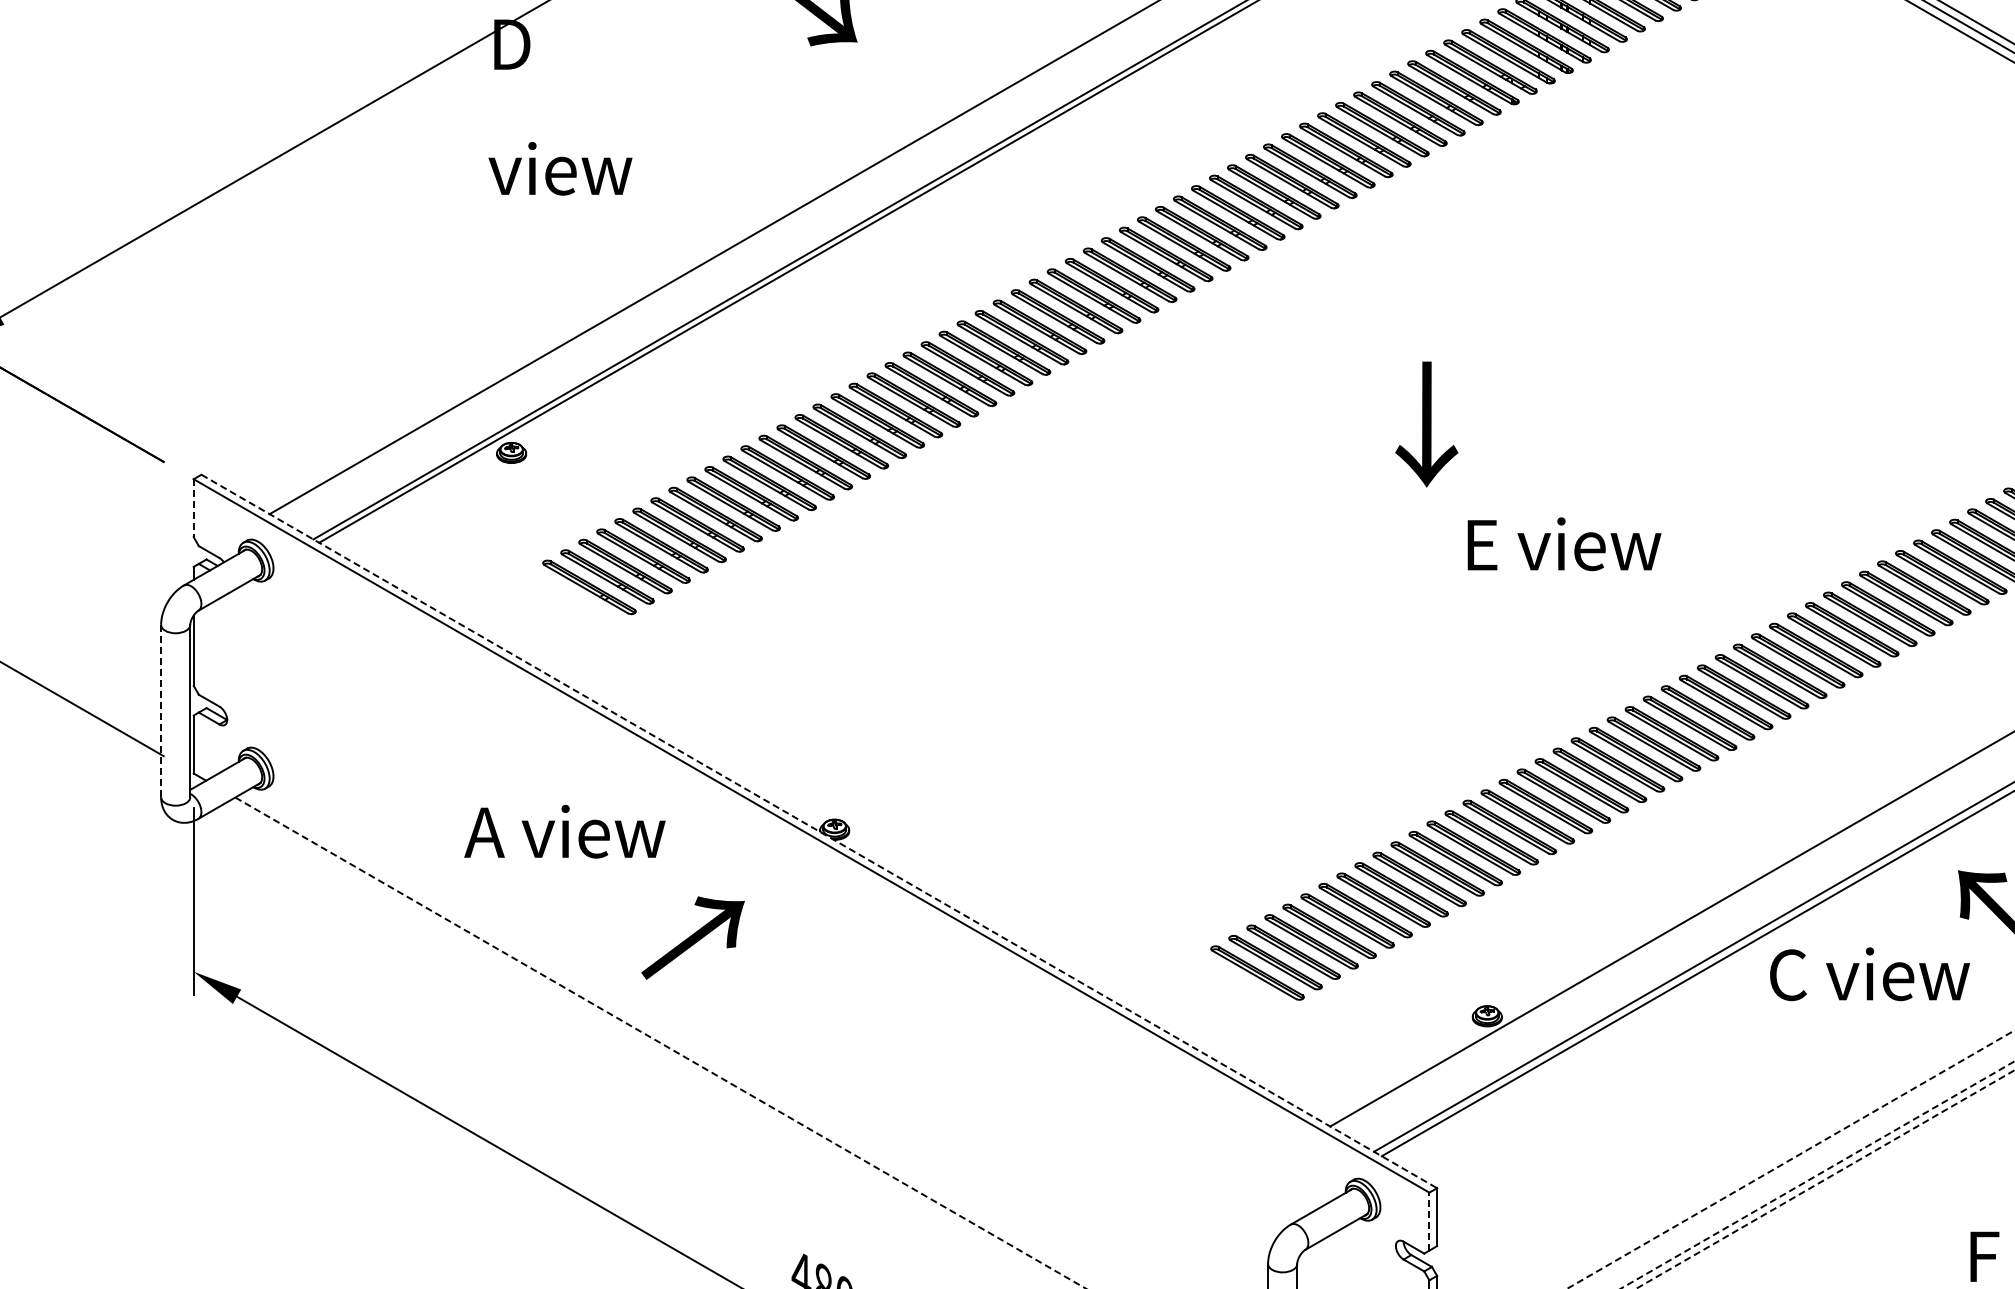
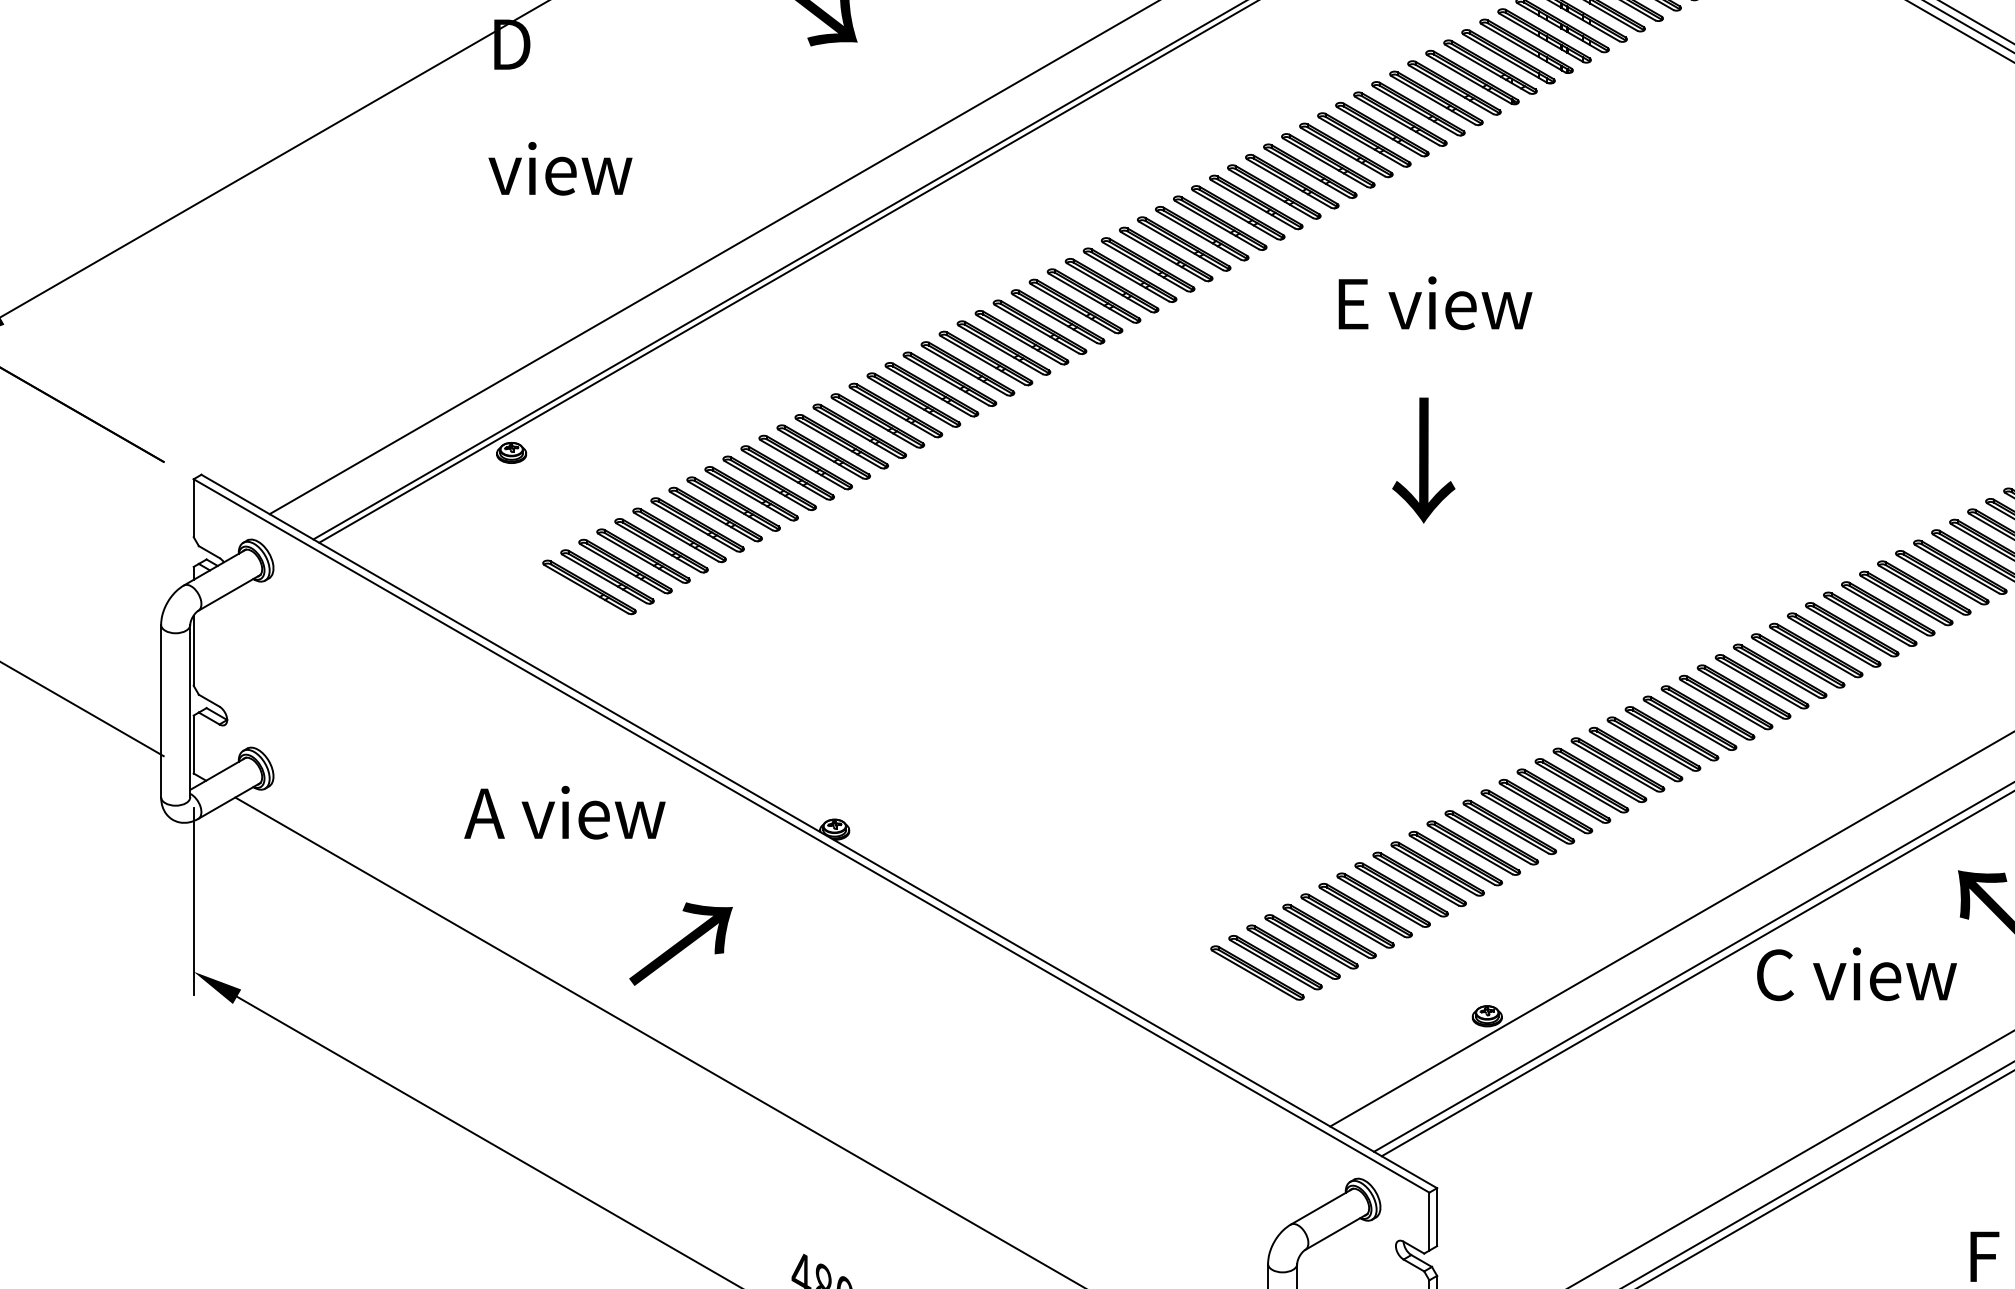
text at (1426, 424) position: (1426, 424) -> (1423, 460)
line at (193, 508): dashed -> solid
text at (1564, 544) position: (1564, 544) -> (1435, 303)
line at (161, 710): dashed -> solid
text at (564, 831) position: (564, 831) -> (564, 812)
line at (819, 831): dashed -> solid
text at (692, 937) position: (692, 937) -> (680, 943)
text at (1869, 974) position: (1869, 974) -> (1856, 974)
line at (661, 1043): dashed -> solid
line at (1790, 1159): dashed -> solid
line at (1817, 1175): dashed -> solid
line at (1825, 1179): dashed -> solid
line at (1429, 1221): dashed -> solid
